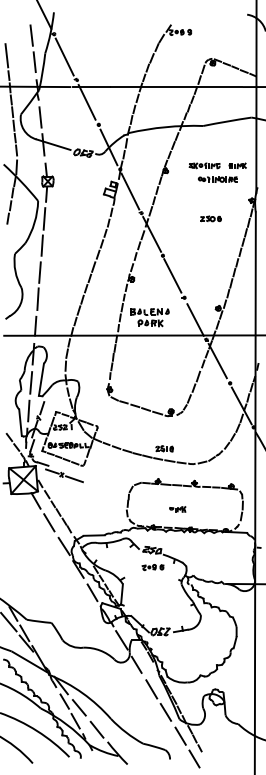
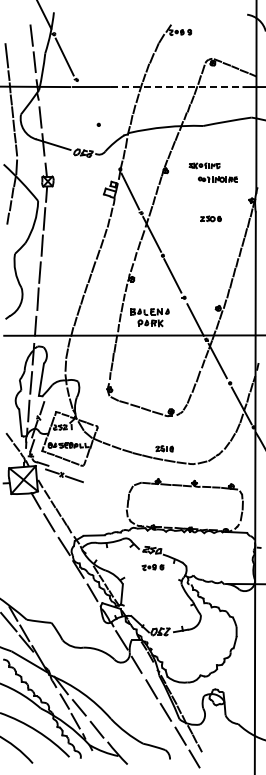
line at (176, 87): solid -> dashed
line at (86, 101): present -> none
line at (108, 147): present -> none
part at (237, 165): present -> none
part at (177, 509): present -> none
